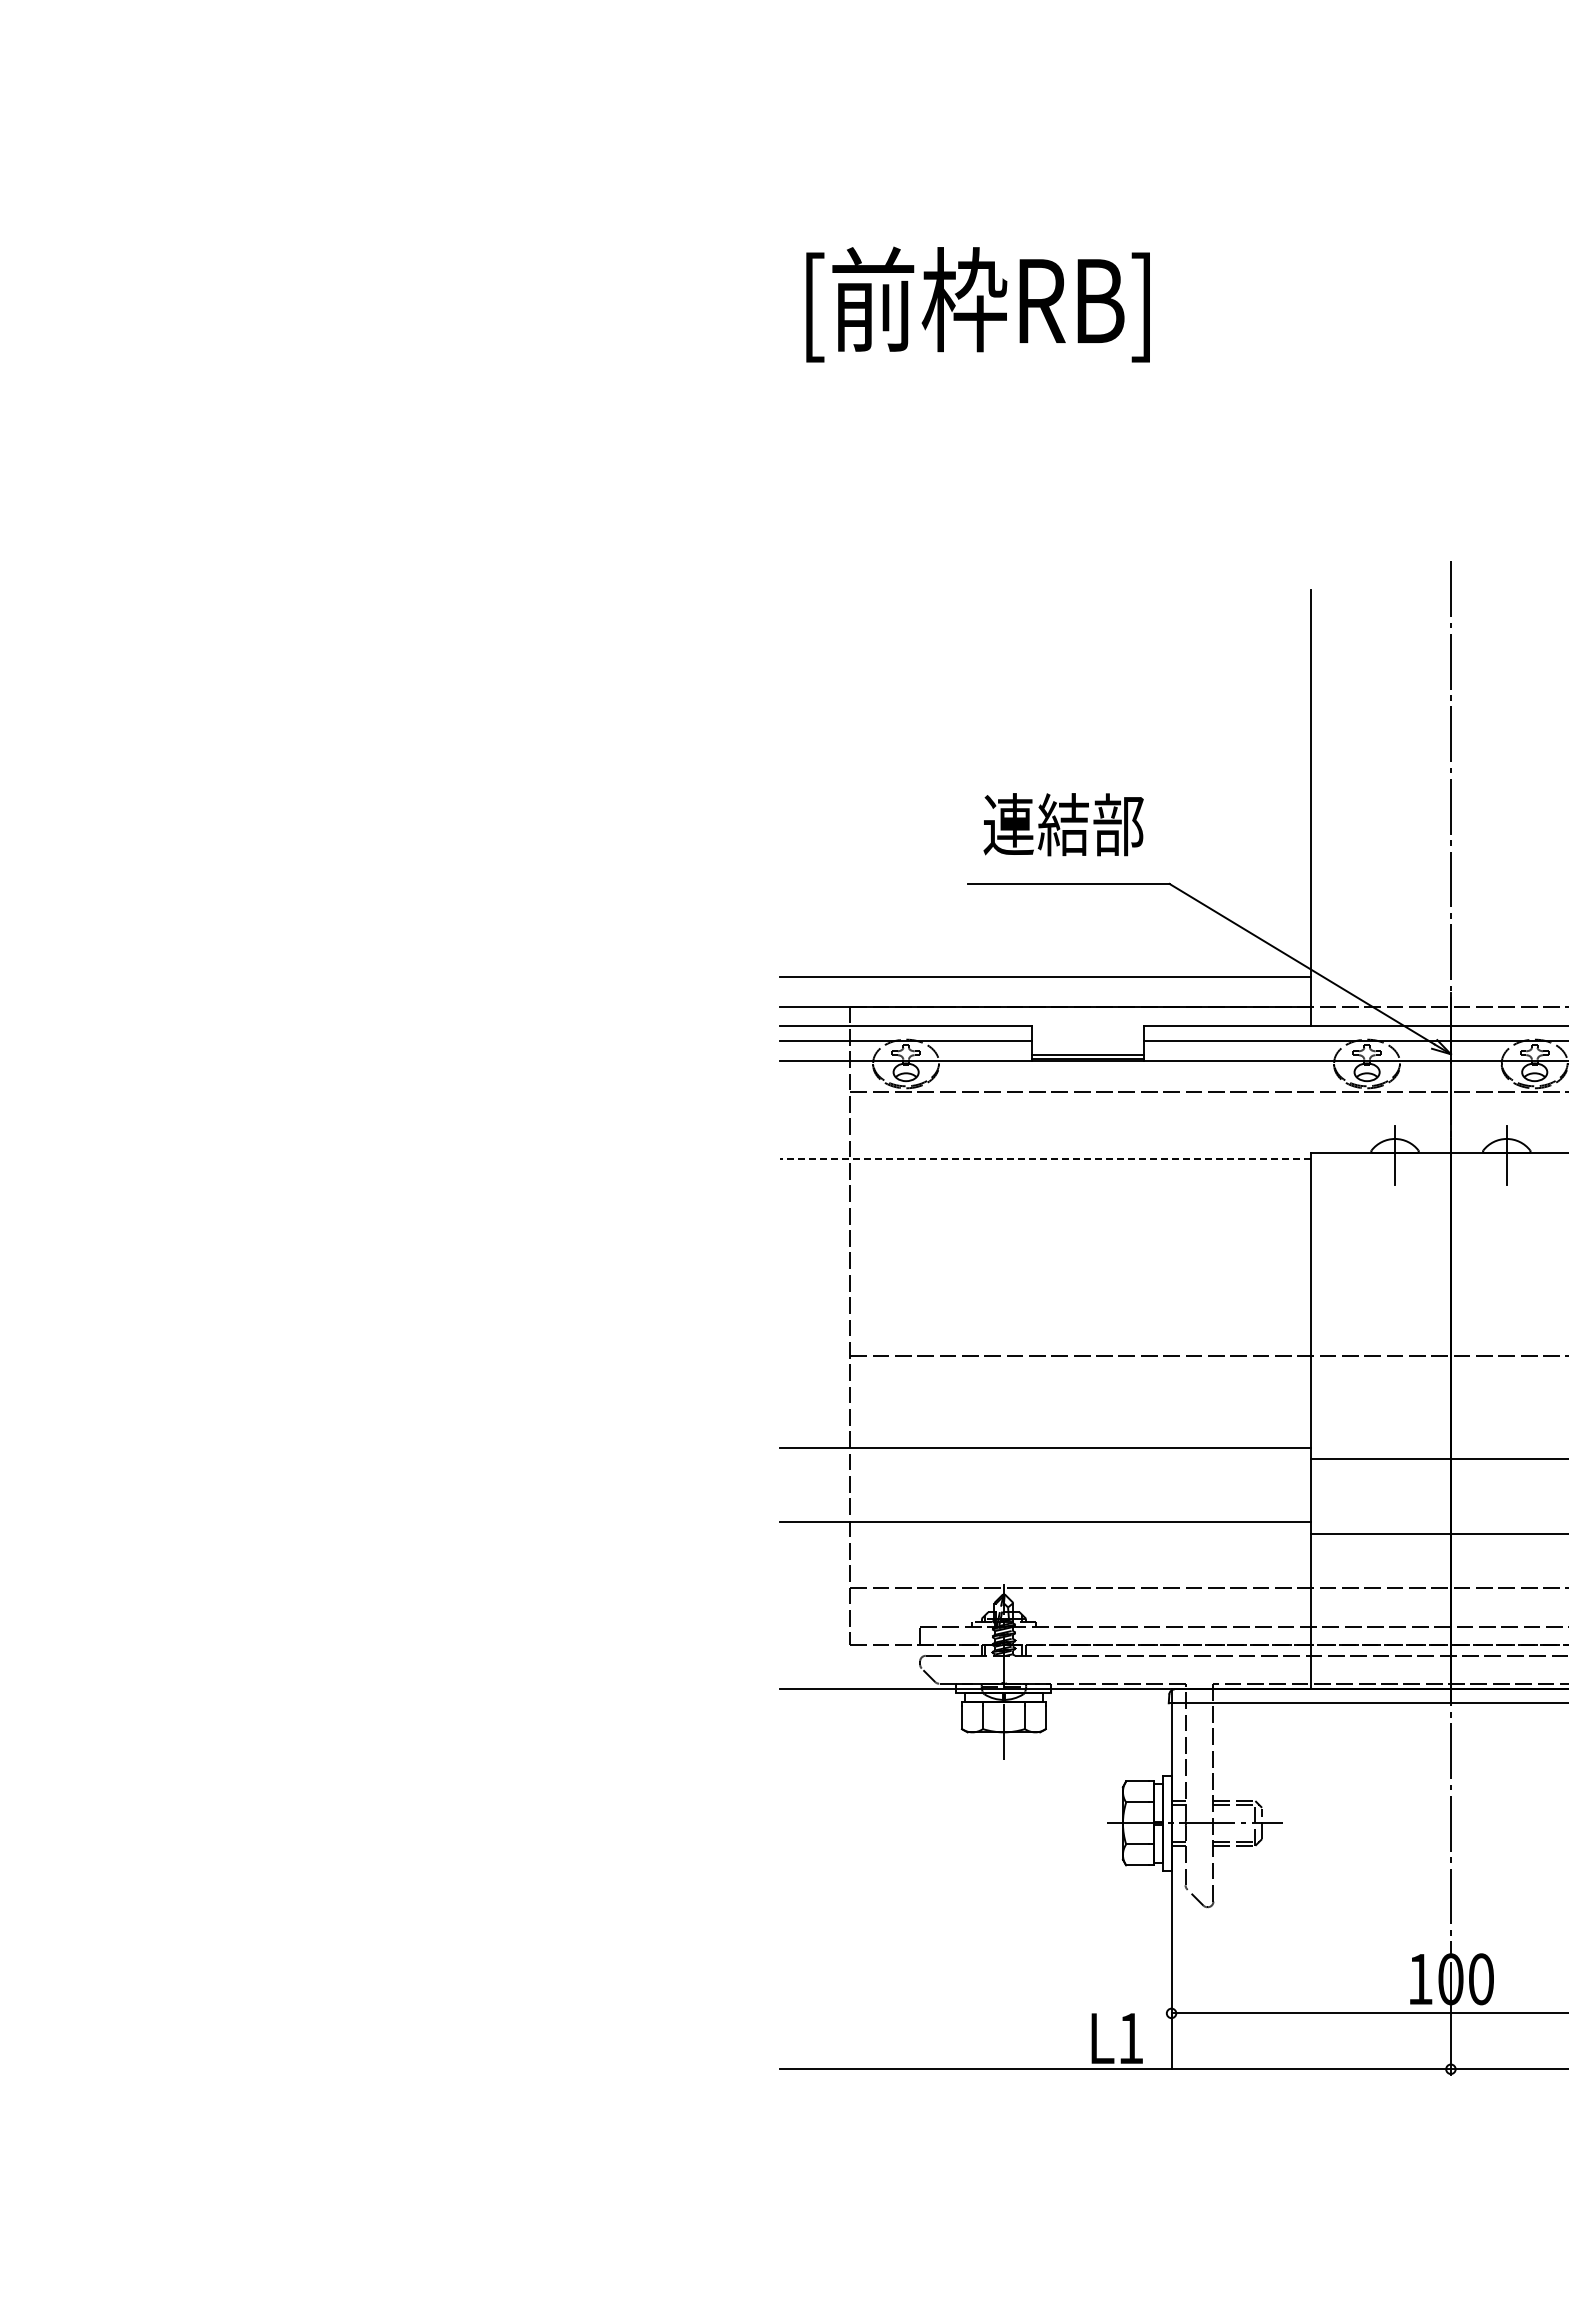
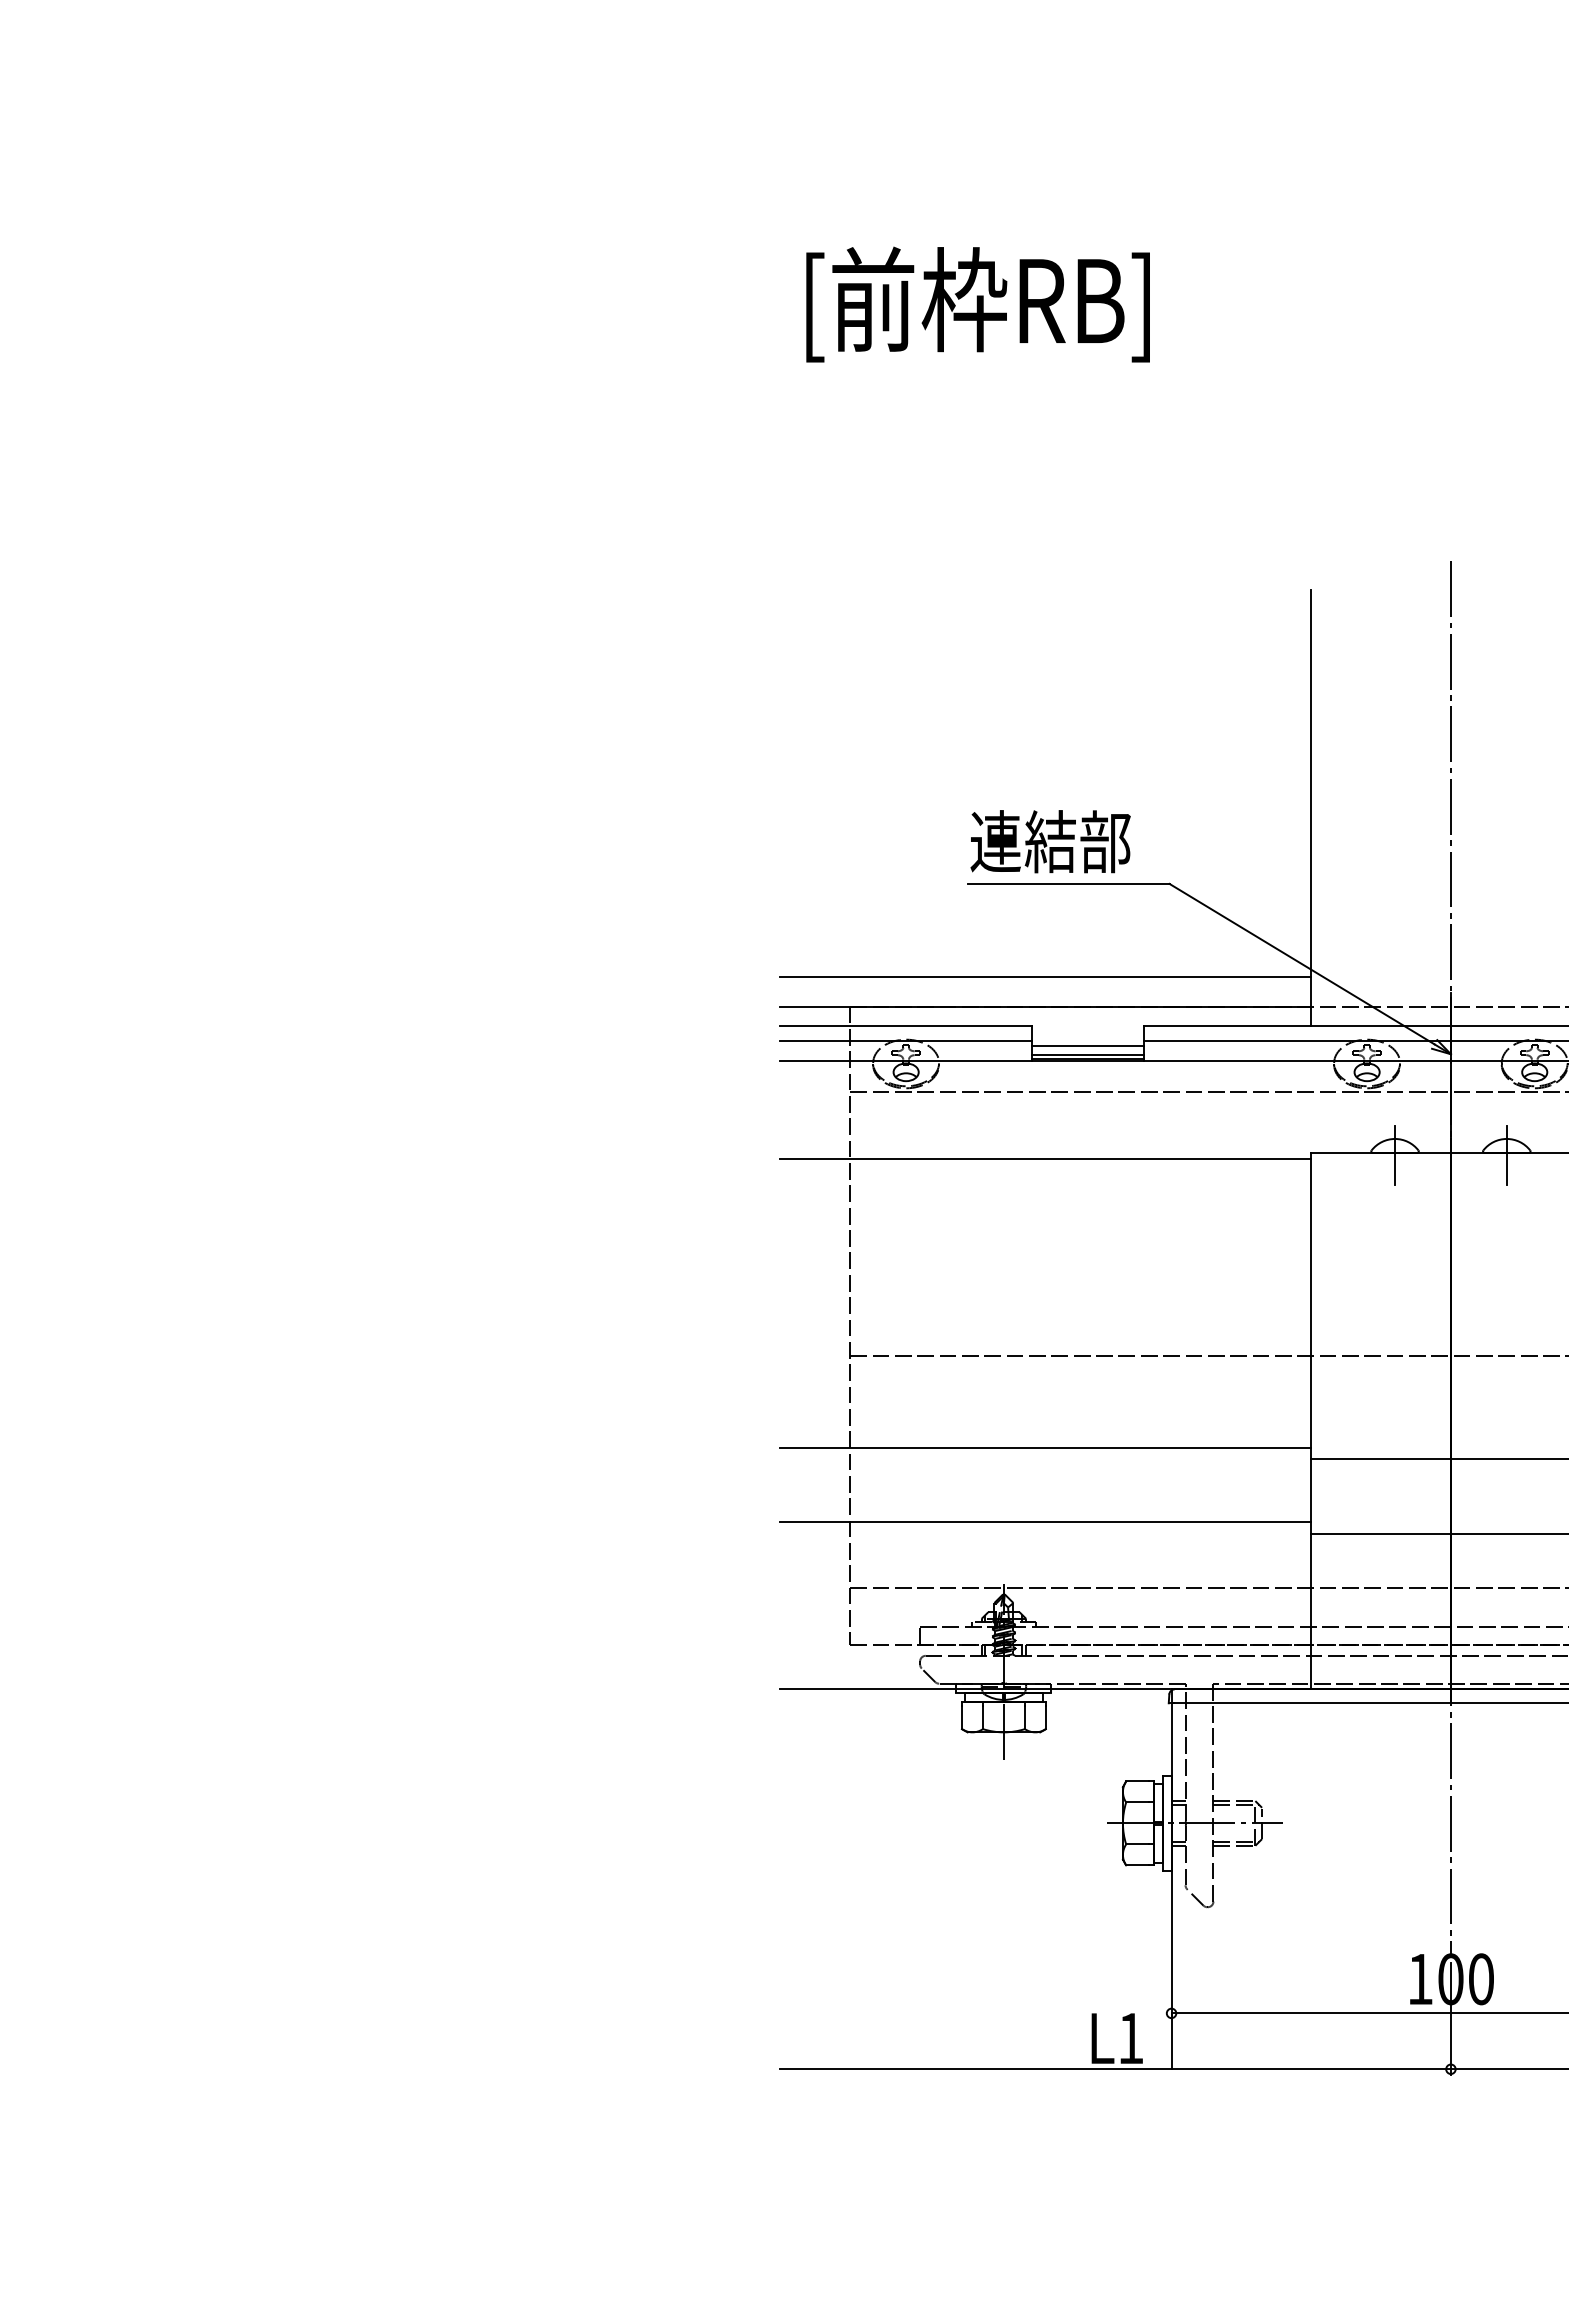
text at (1063, 824) position: (1063, 824) -> (1050, 841)
line at (1087, 1045): none -> present
line at (1045, 1158): dashed -> solid
